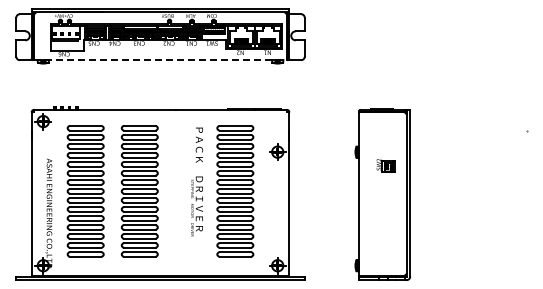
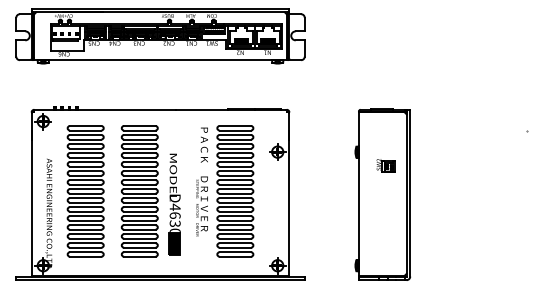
line at (161, 60): dashed -> solid
text at (197, 181) position: (197, 181) -> (202, 181)
part at (174, 204): none -> present
